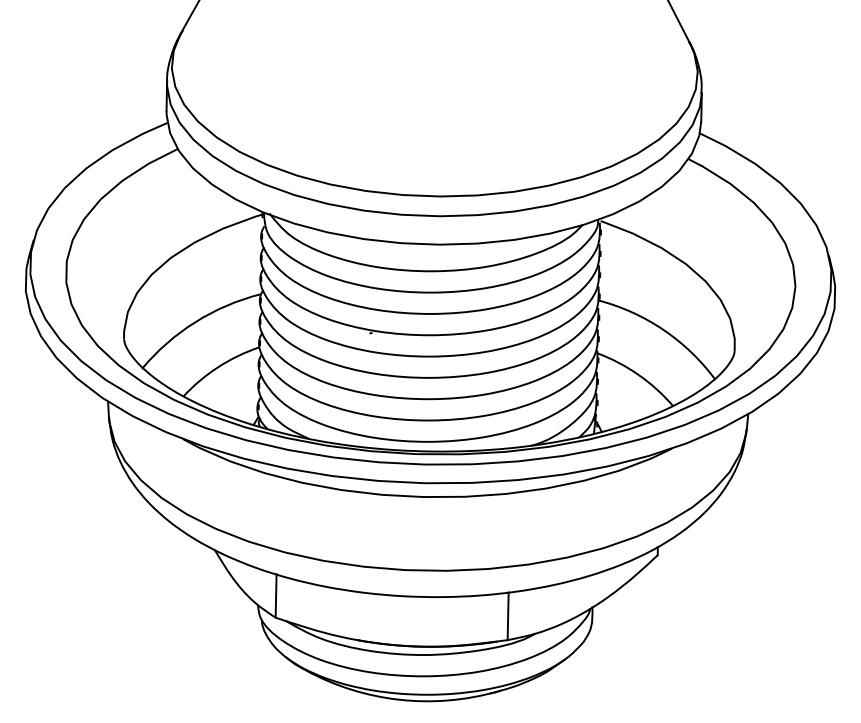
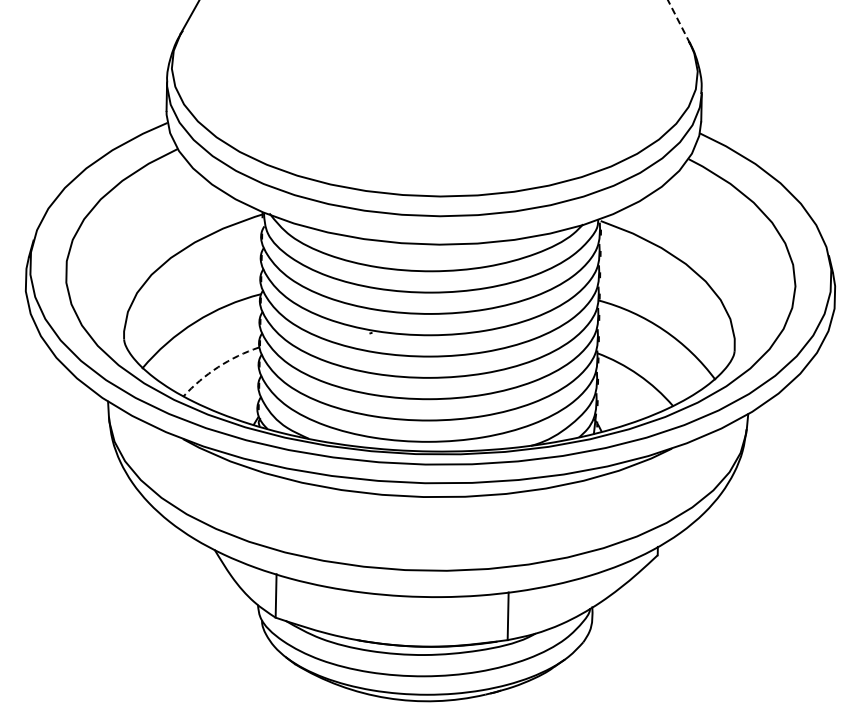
line at (678, 21): solid -> dashed
arc at (218, 367): solid -> dashed
